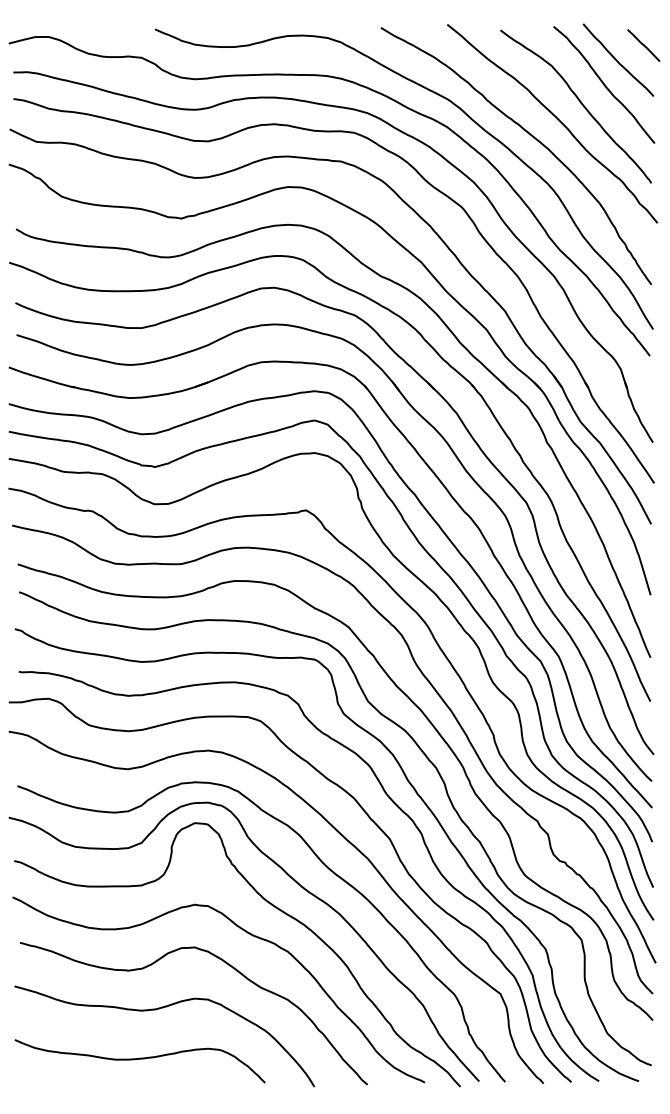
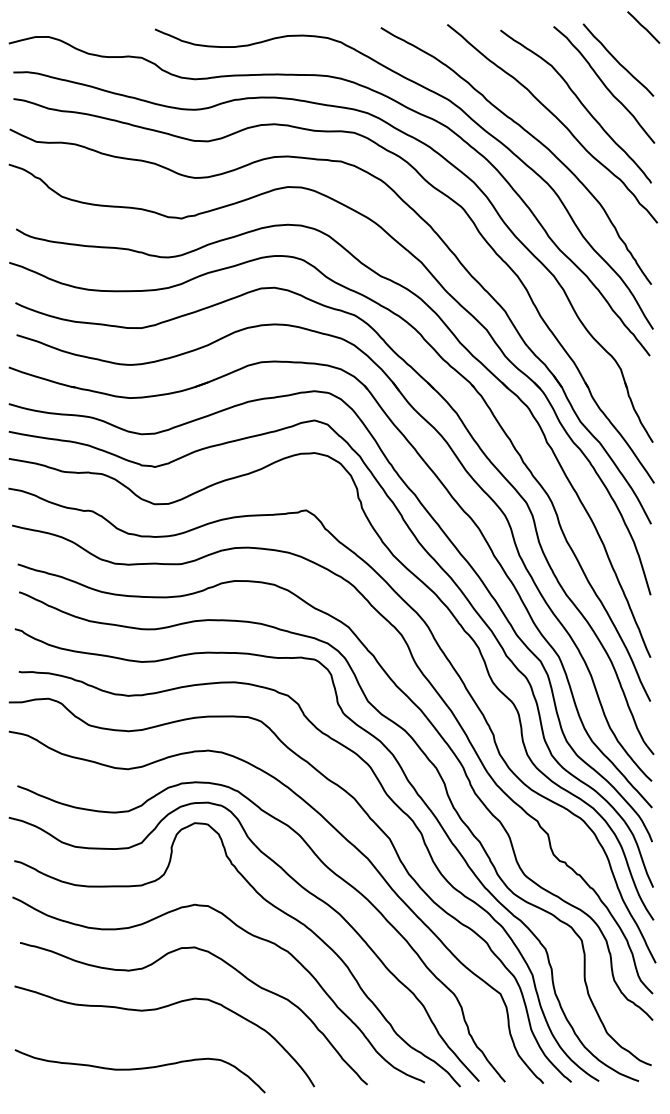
line at (643, 45) position: (643, 45) -> (643, 27)
curve at (139, 1059) position: (139, 1059) -> (139, 1069)
